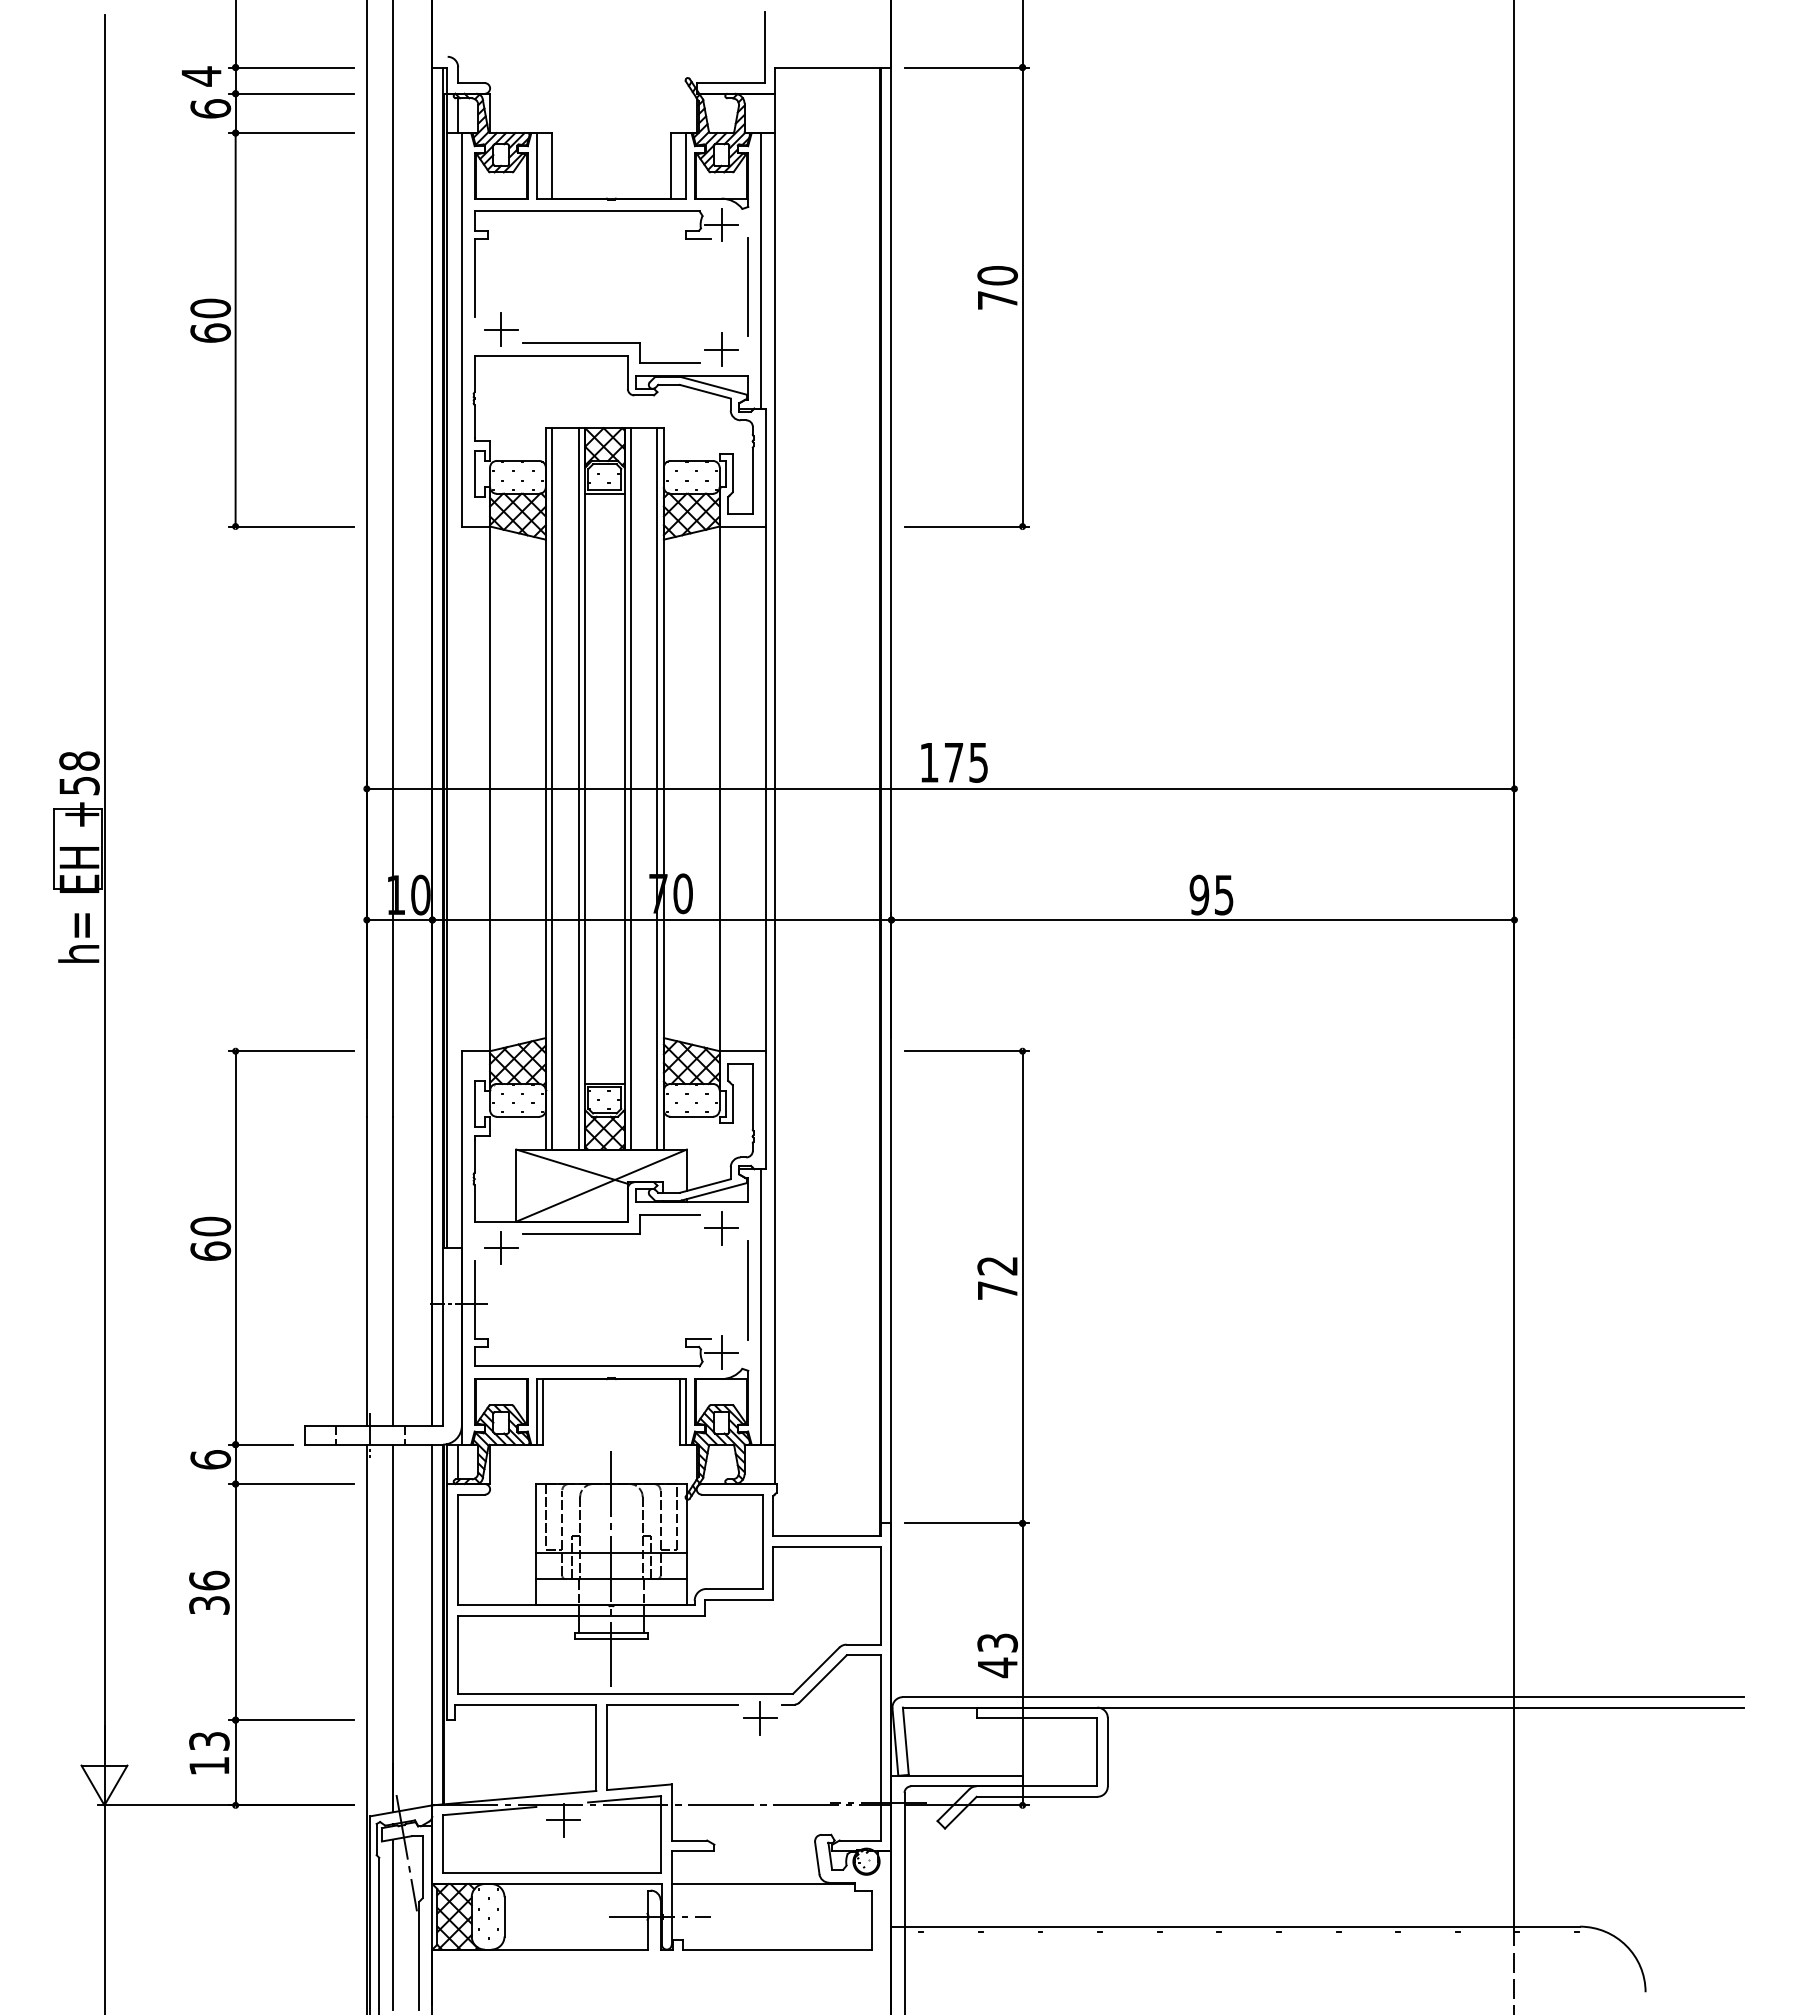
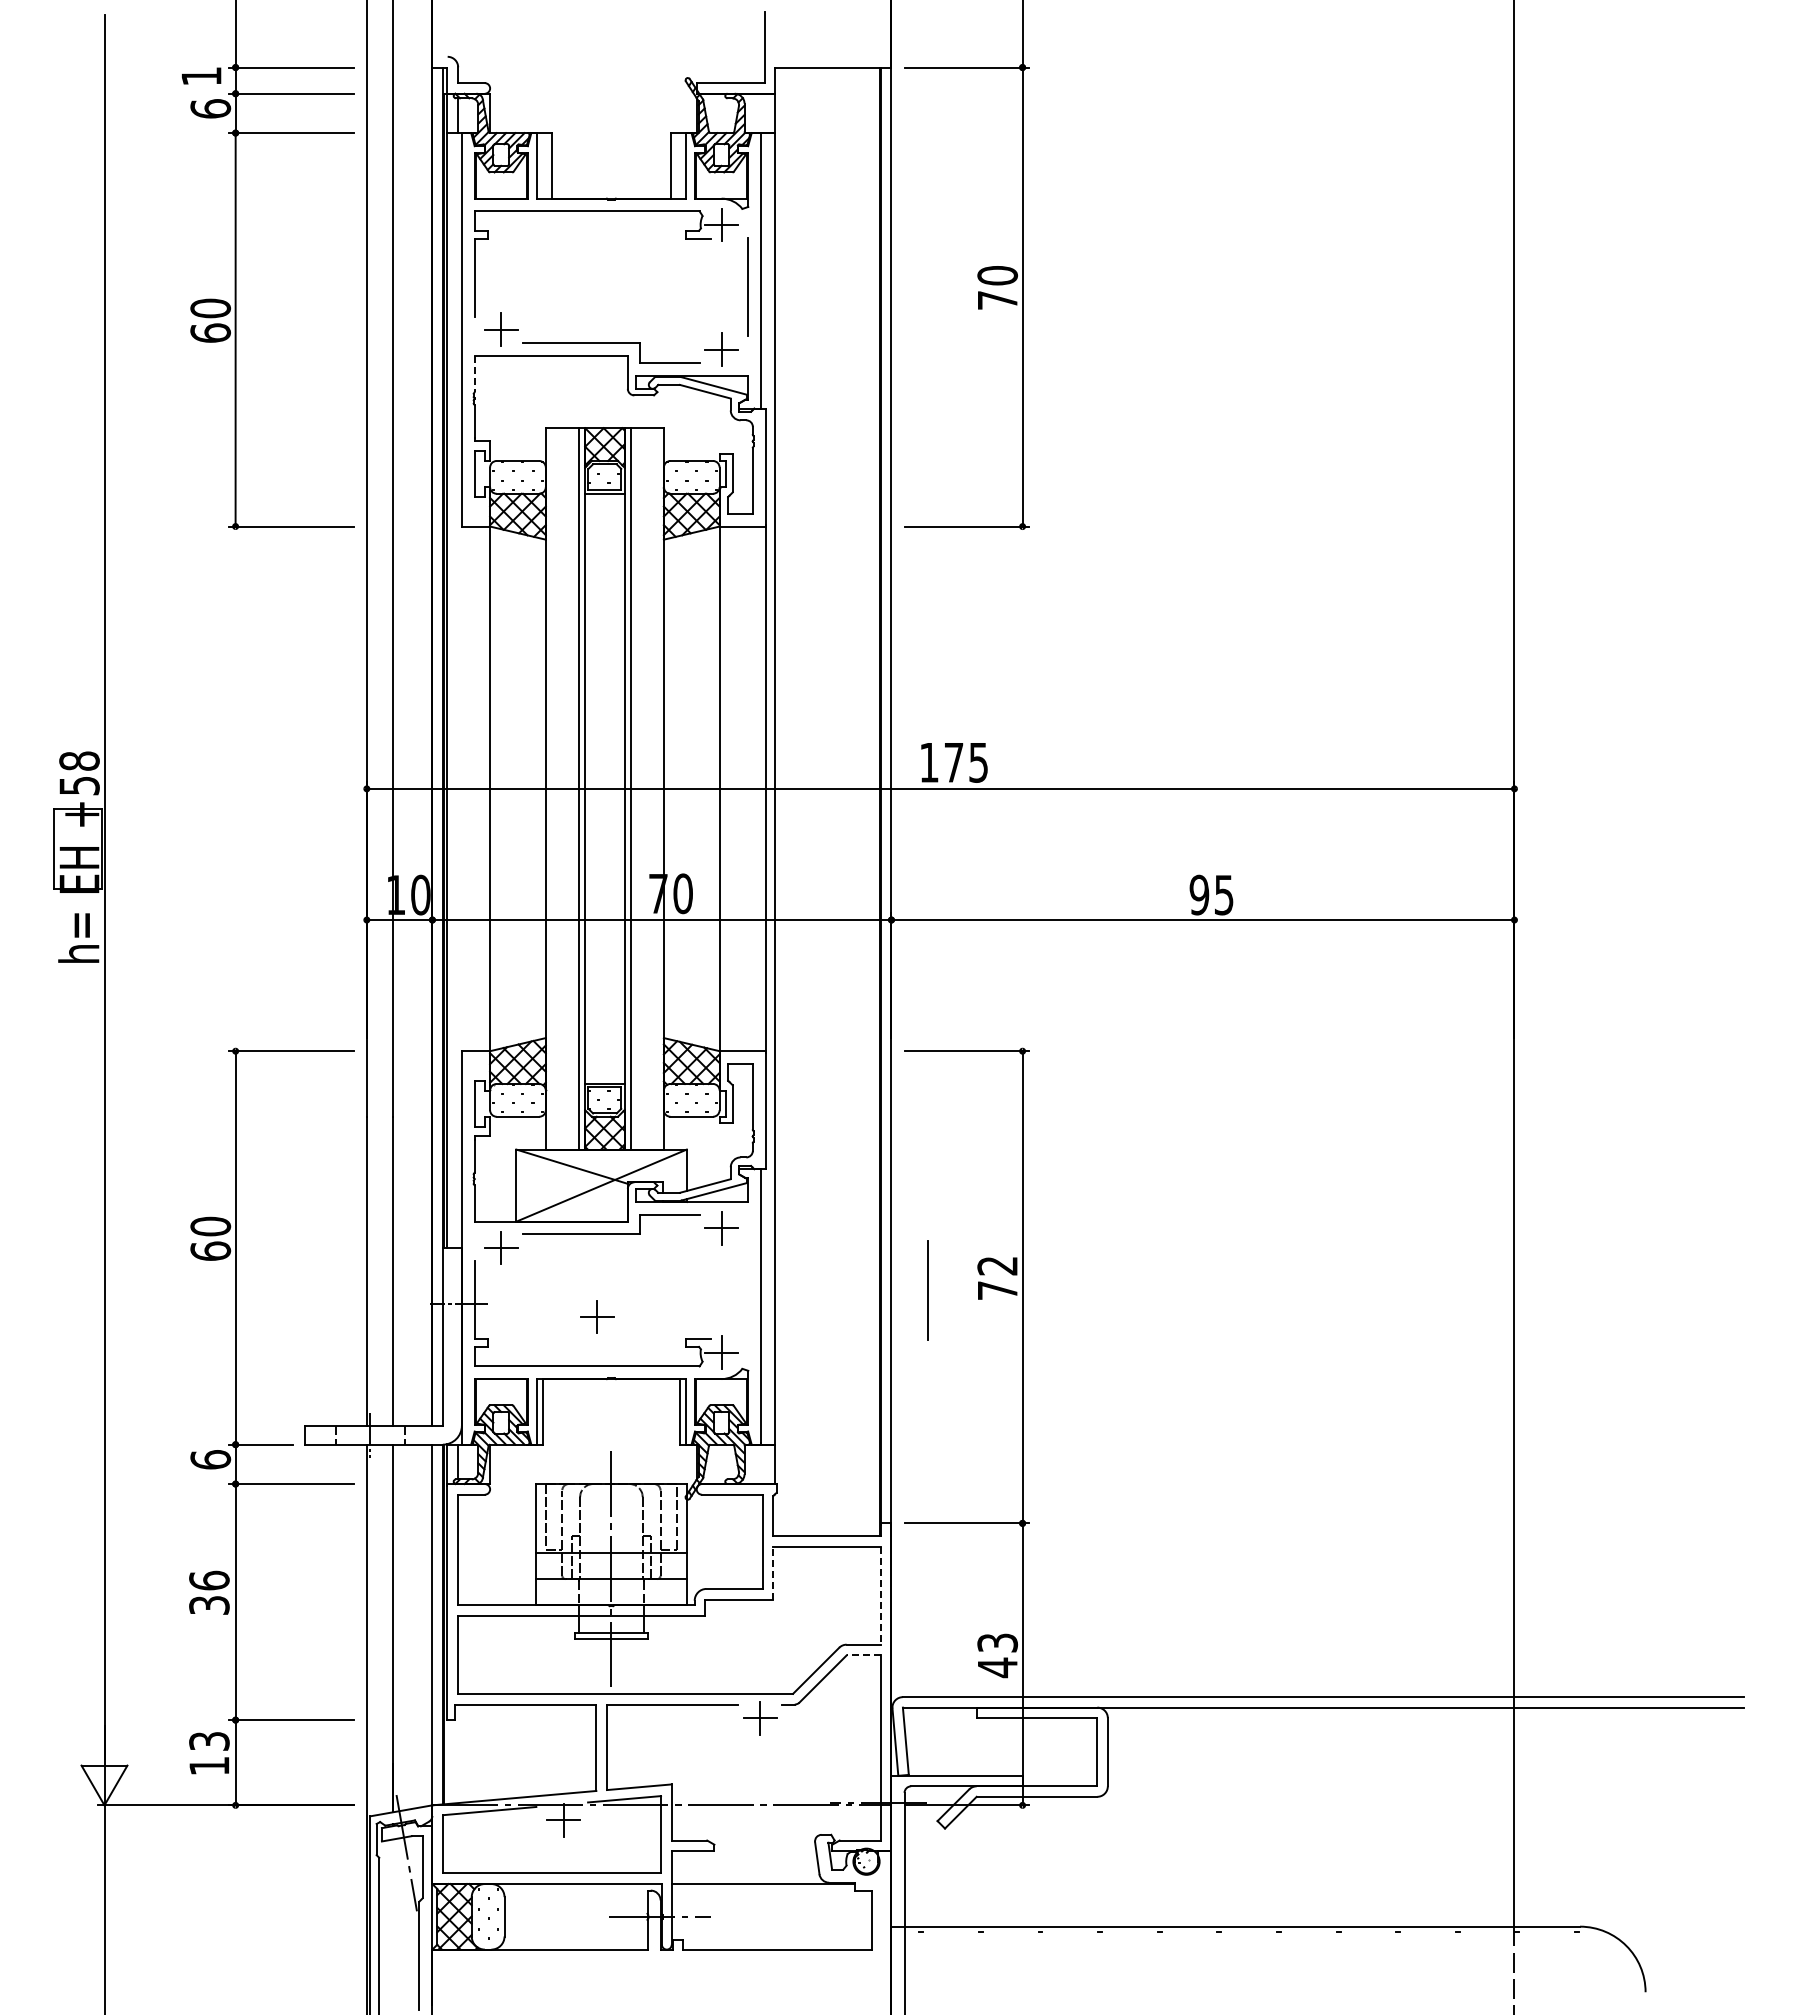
text at (201, 76): 4 -> 1
line at (474, 374): solid -> dashed
line at (552, 788): present -> none
line at (657, 788): present -> none
line at (747, 1290) position: (747, 1290) -> (927, 1290)
part at (597, 1316): none -> present
line at (773, 1572): solid -> dashed
line at (880, 1595): solid -> dashed
line at (863, 1655): solid -> dashed
line at (393, 1924): present -> none
